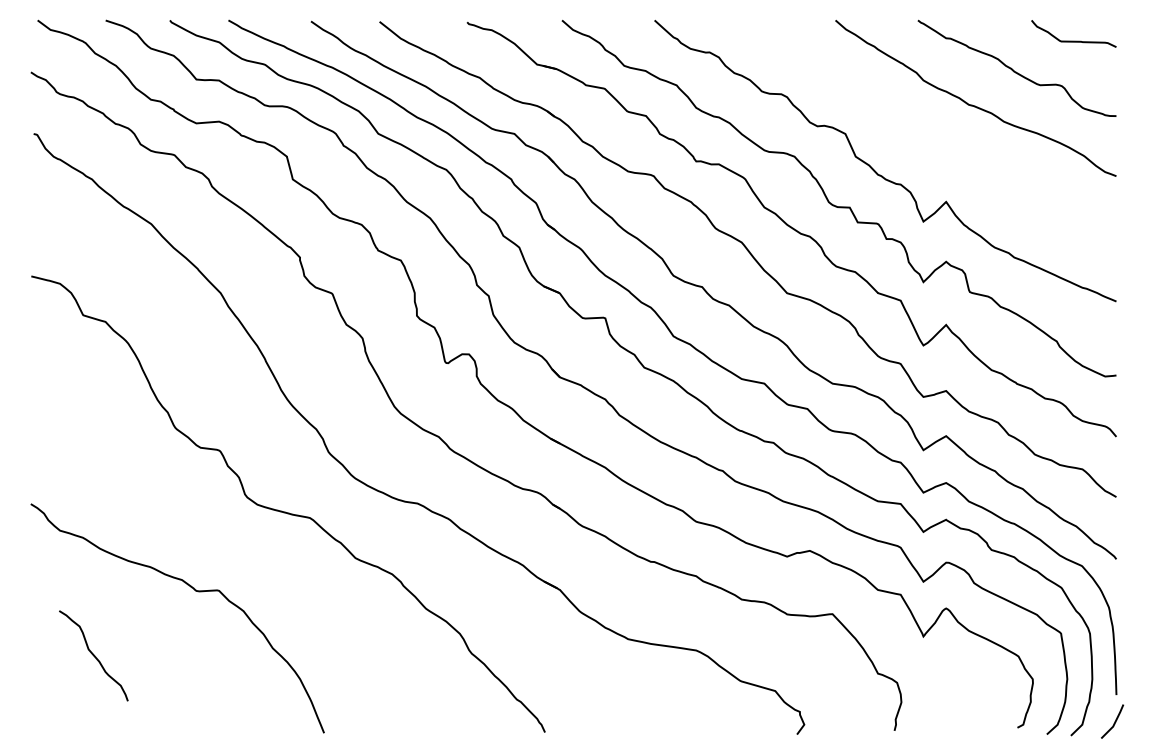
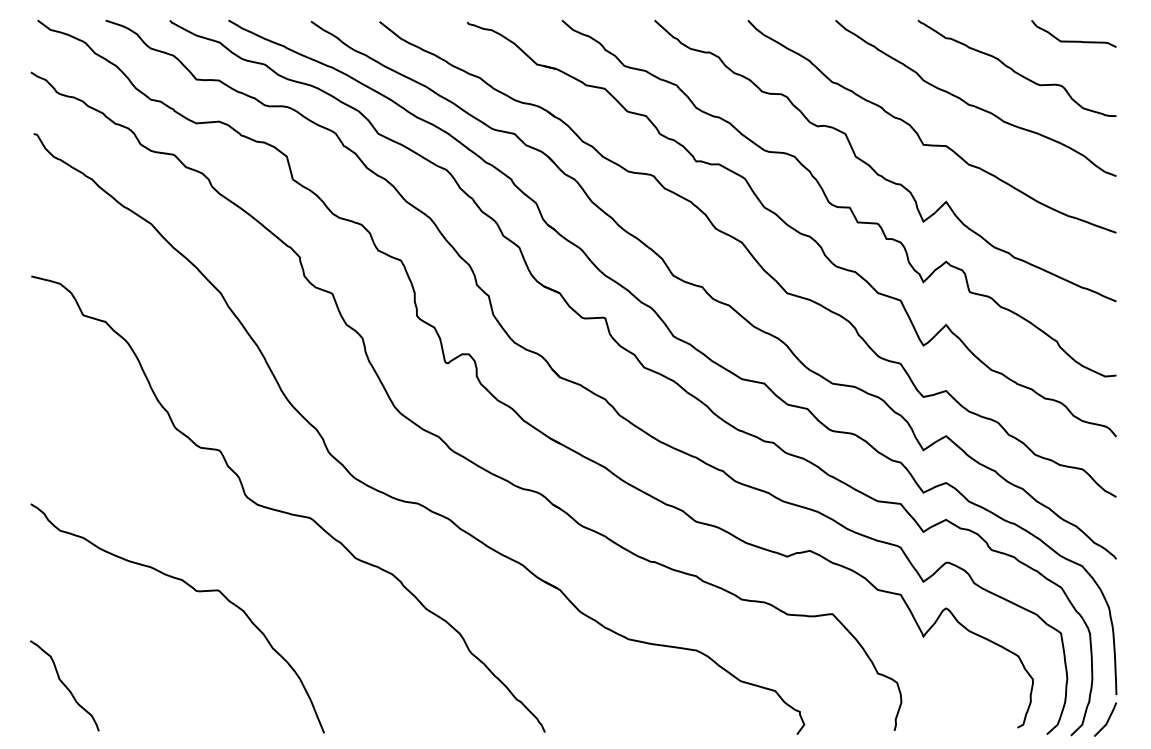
curve at (918, 133): none -> present
curve at (93, 655) position: (93, 655) -> (64, 685)
curve at (1114, 721) position: (1114, 721) -> (1107, 719)
